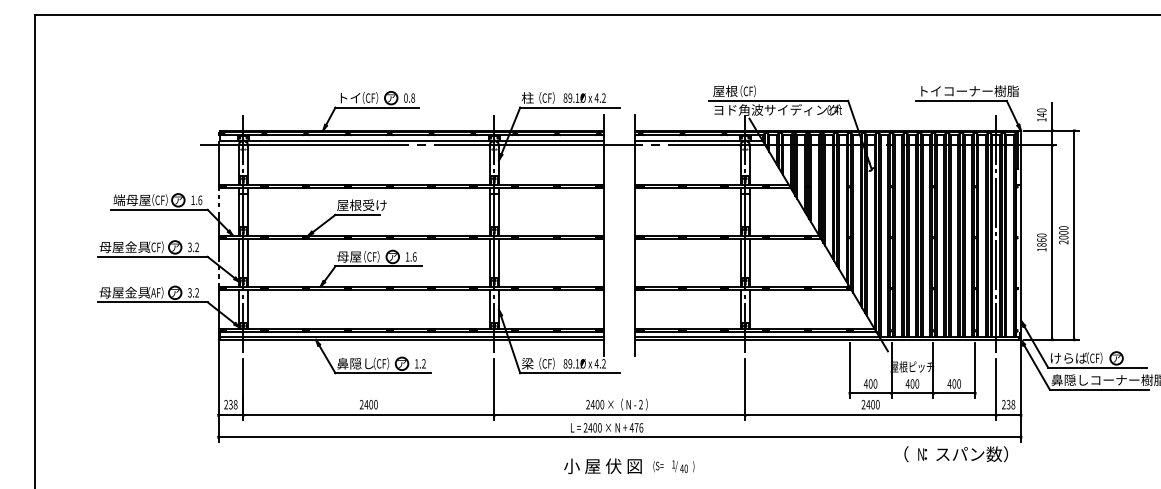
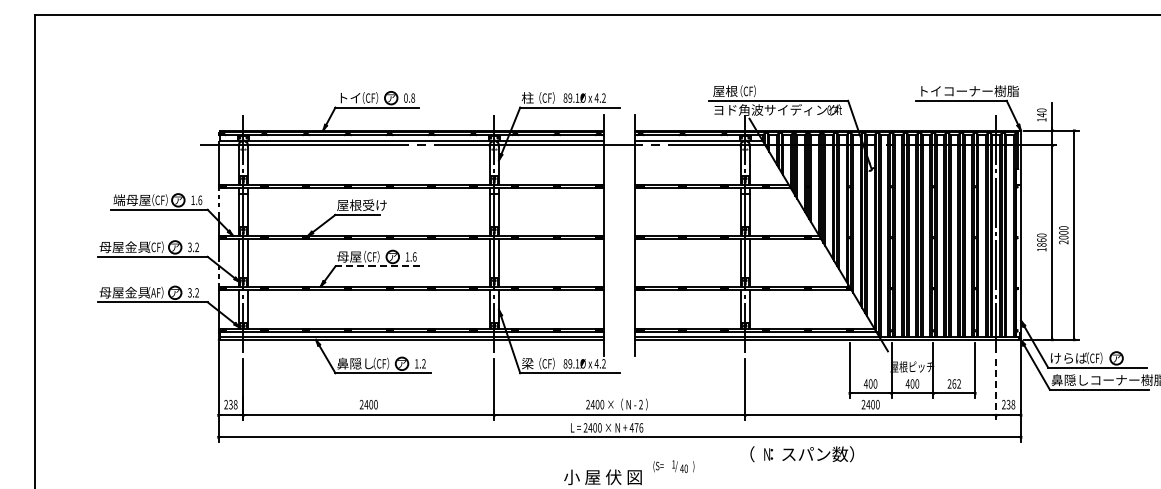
line at (379, 266): solid -> dashed
text at (953, 383): 400 -> 262
line at (996, 389): solid -> dashed
text at (955, 454) position: (955, 454) -> (801, 454)
text at (602, 466) position: (602, 466) -> (602, 477)
